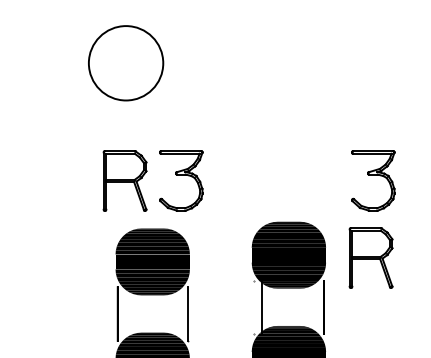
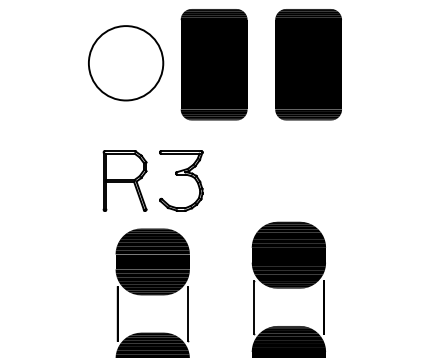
part at (213, 64): none -> present
part at (308, 64): none -> present
part at (373, 180): present -> none
part at (370, 257): present -> none
line at (261, 307) position: (261, 307) -> (253, 307)
